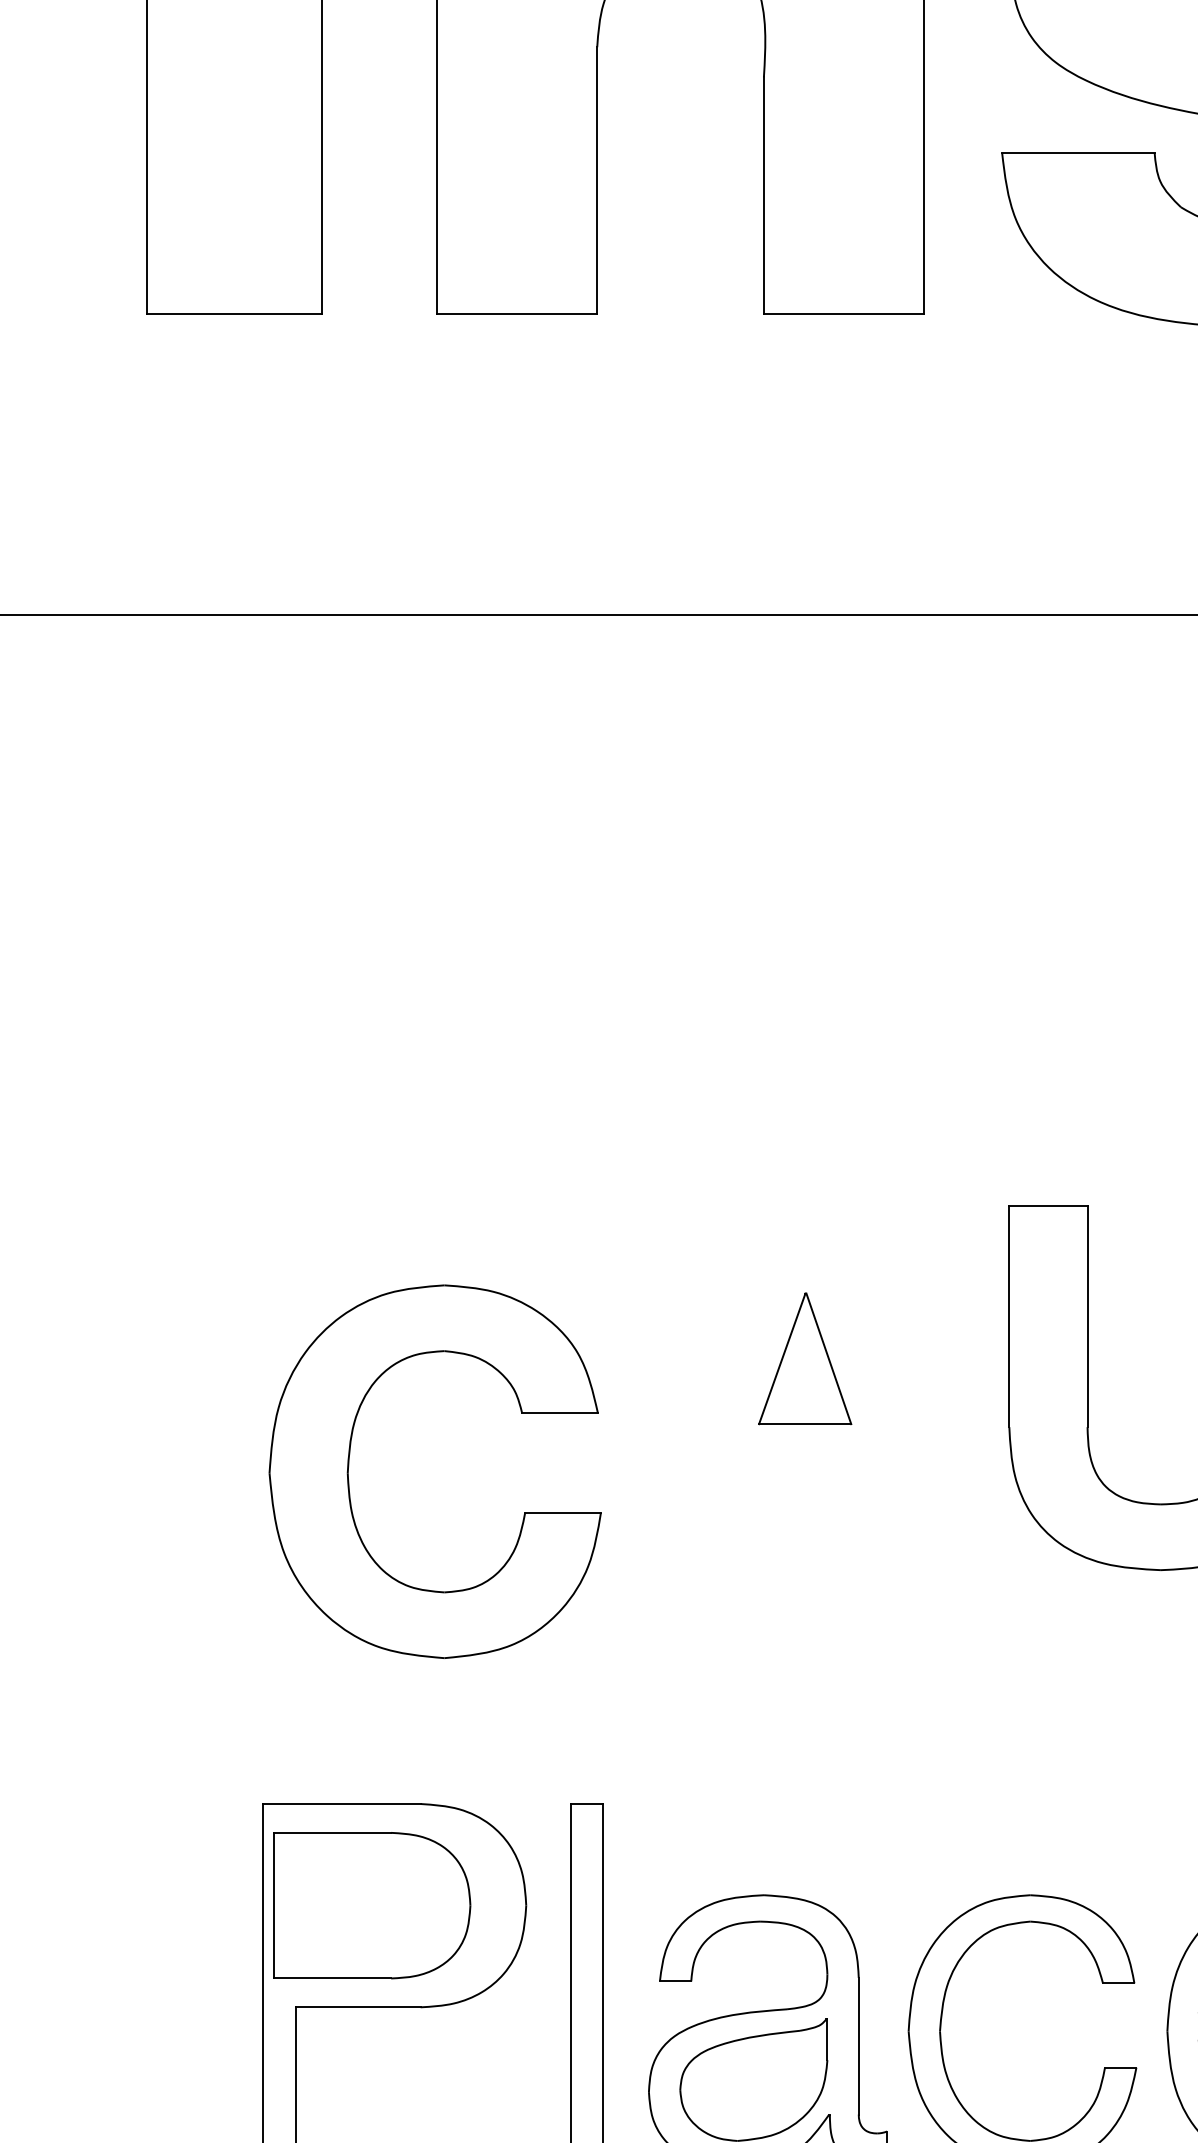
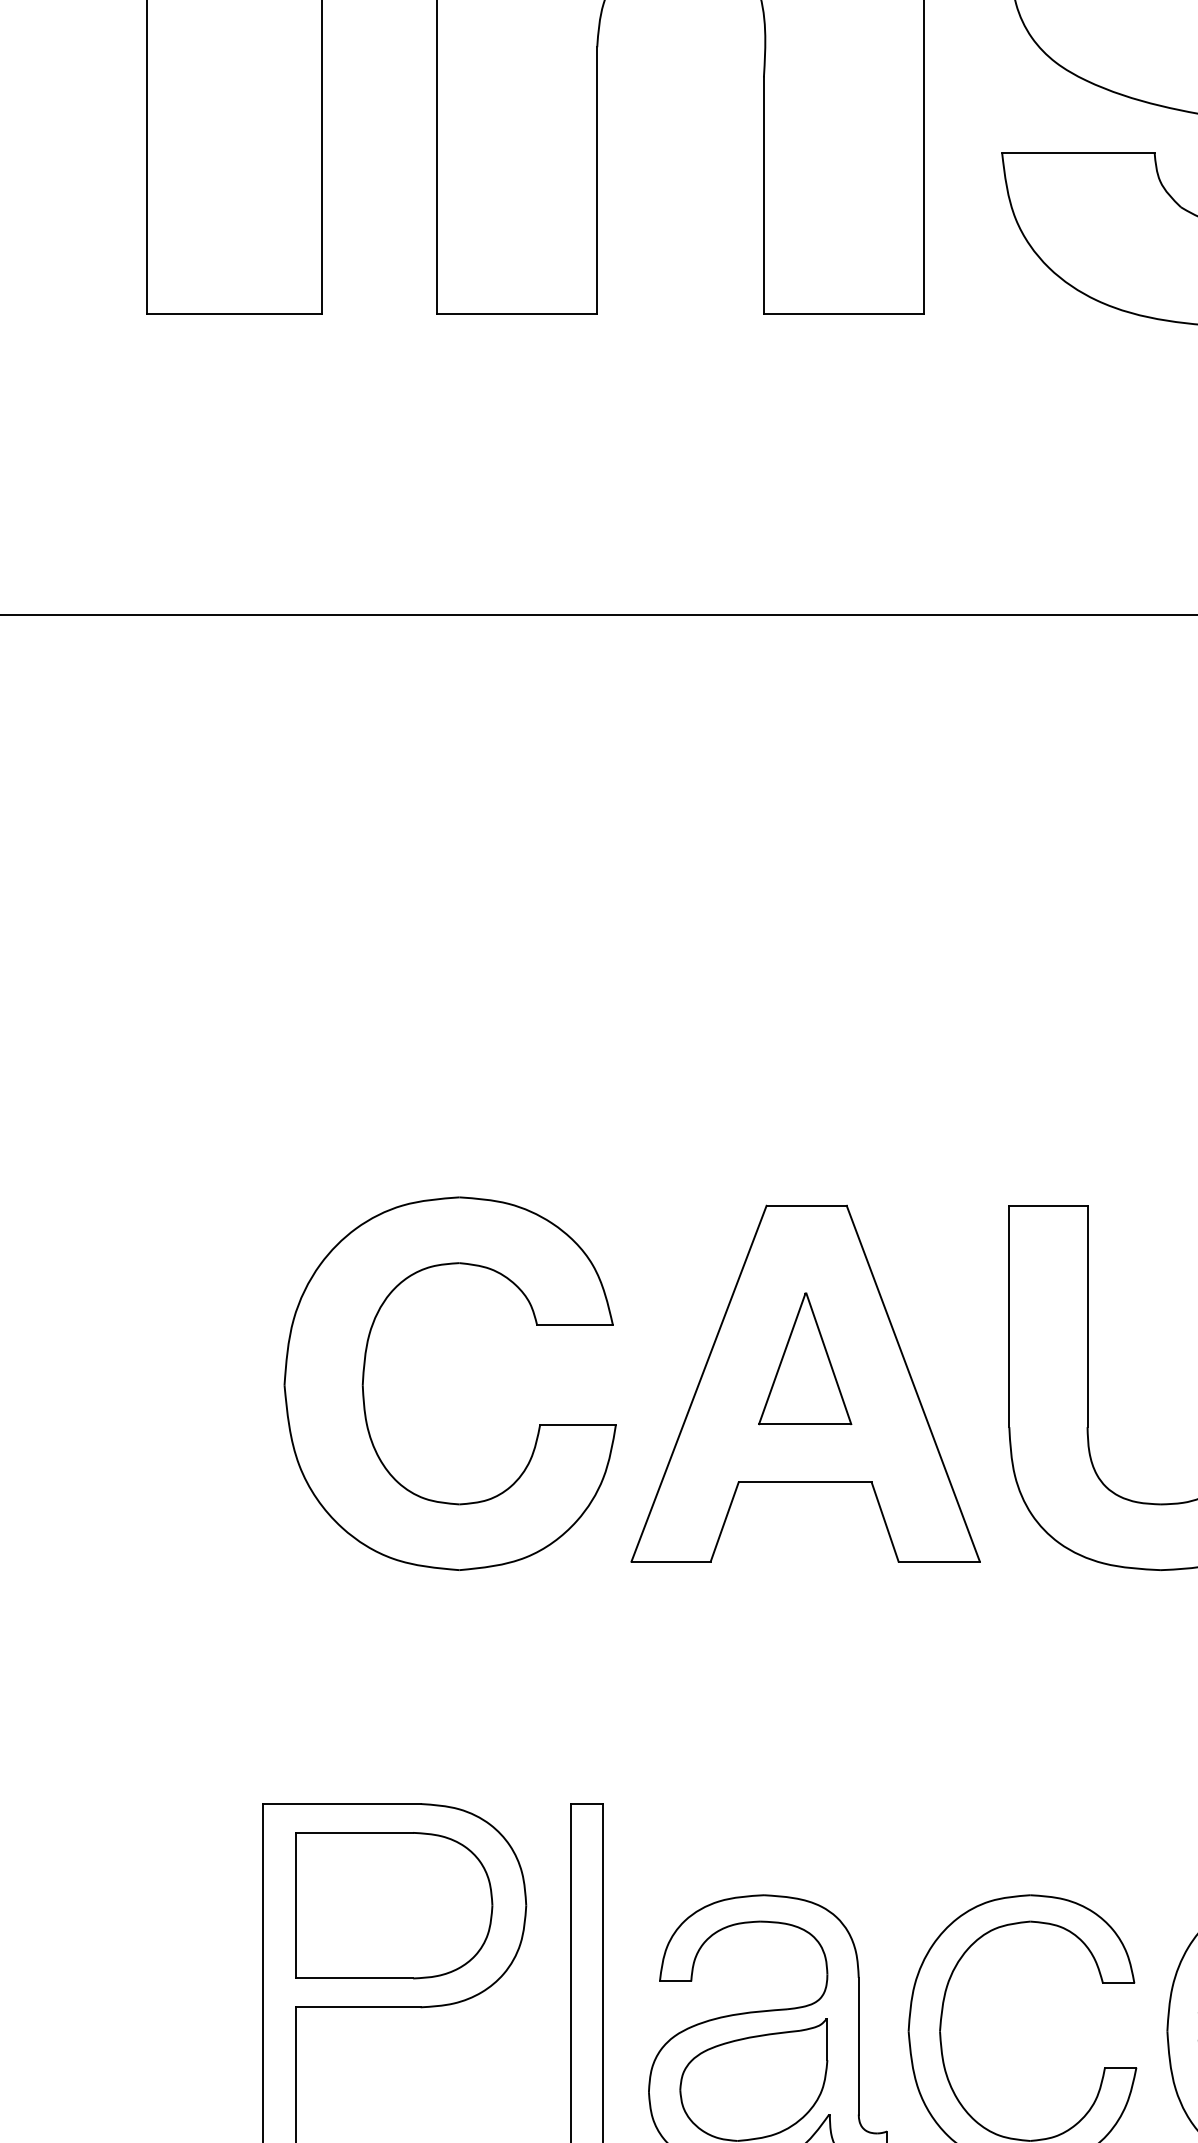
part at (805, 1383): none -> present
part at (349, 1466) position: (349, 1466) -> (364, 1378)
part at (372, 1905) position: (372, 1905) -> (394, 1905)
